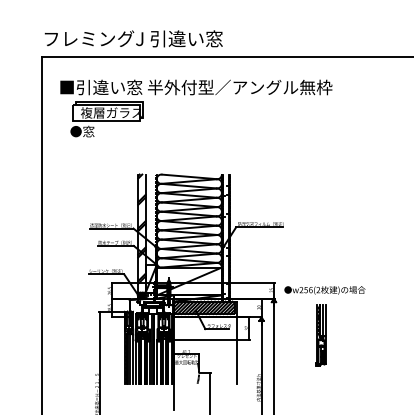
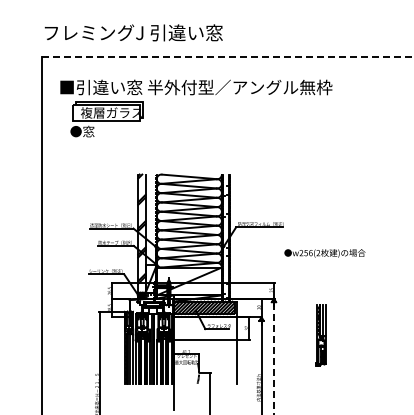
text at (133, 38) position: (133, 38) -> (133, 32)
line at (228, 57): solid -> dashed
text at (324, 290) position: (324, 290) -> (324, 253)
line at (273, 358): solid -> dashed
